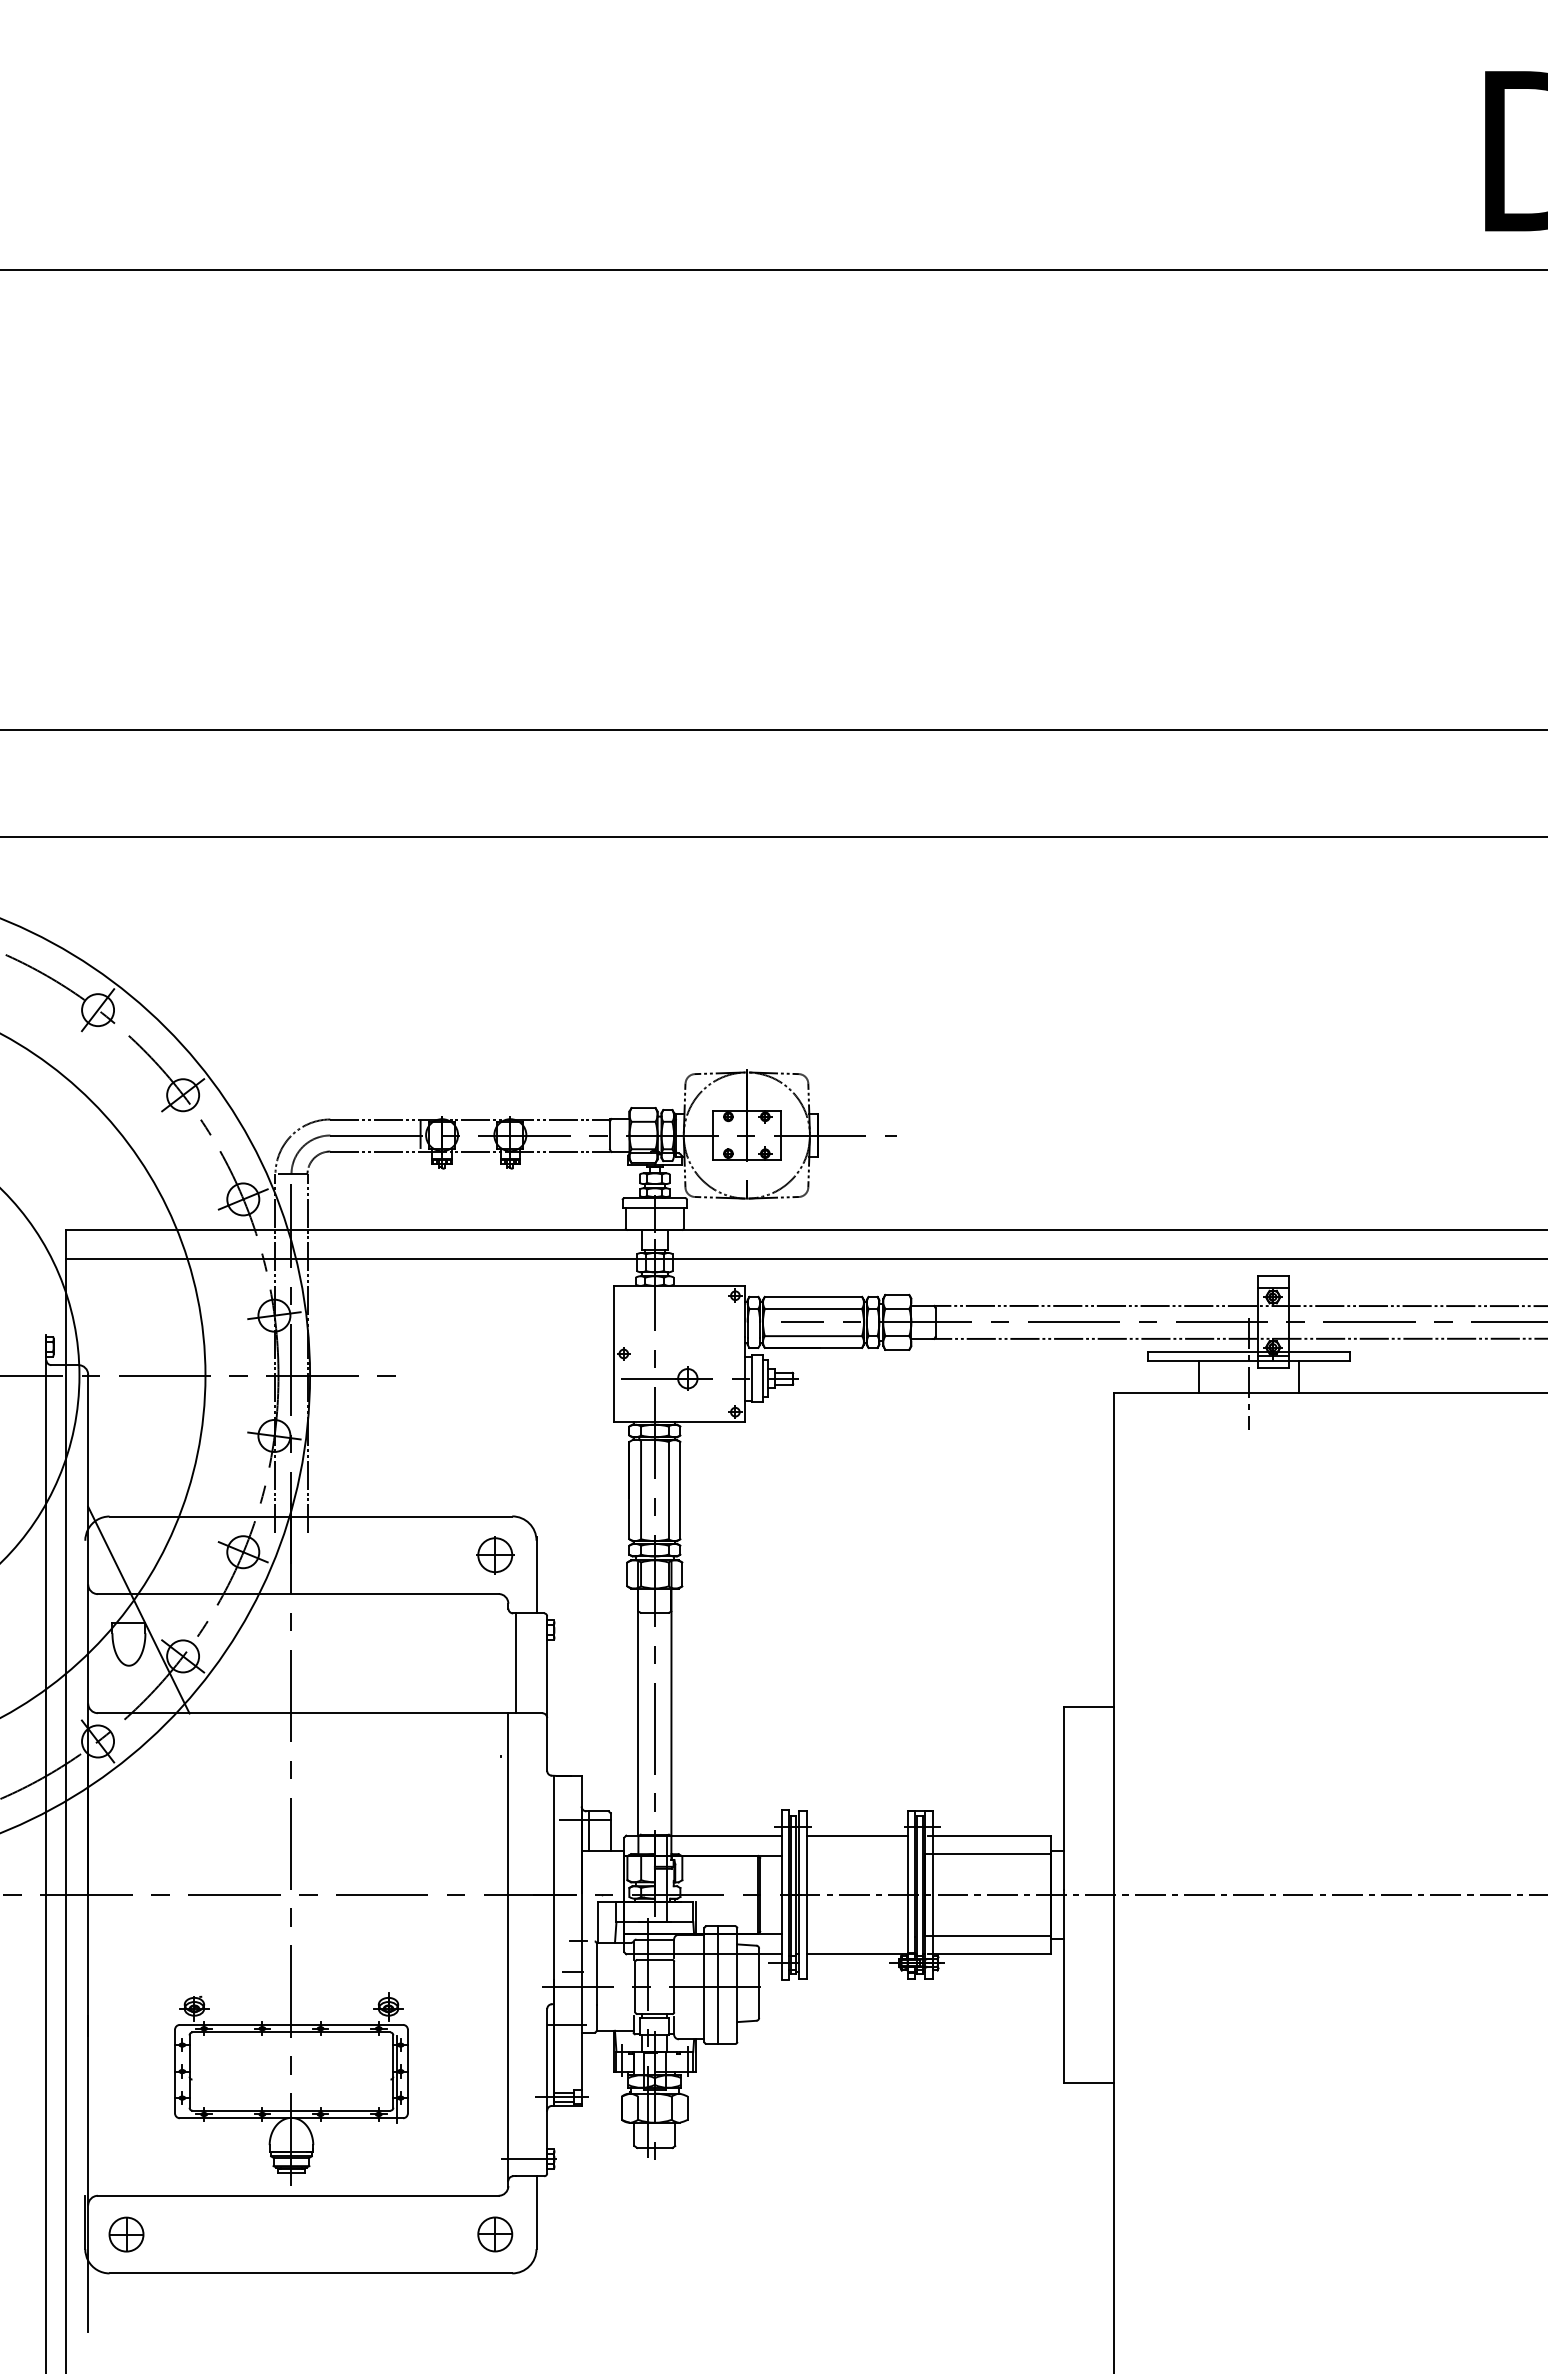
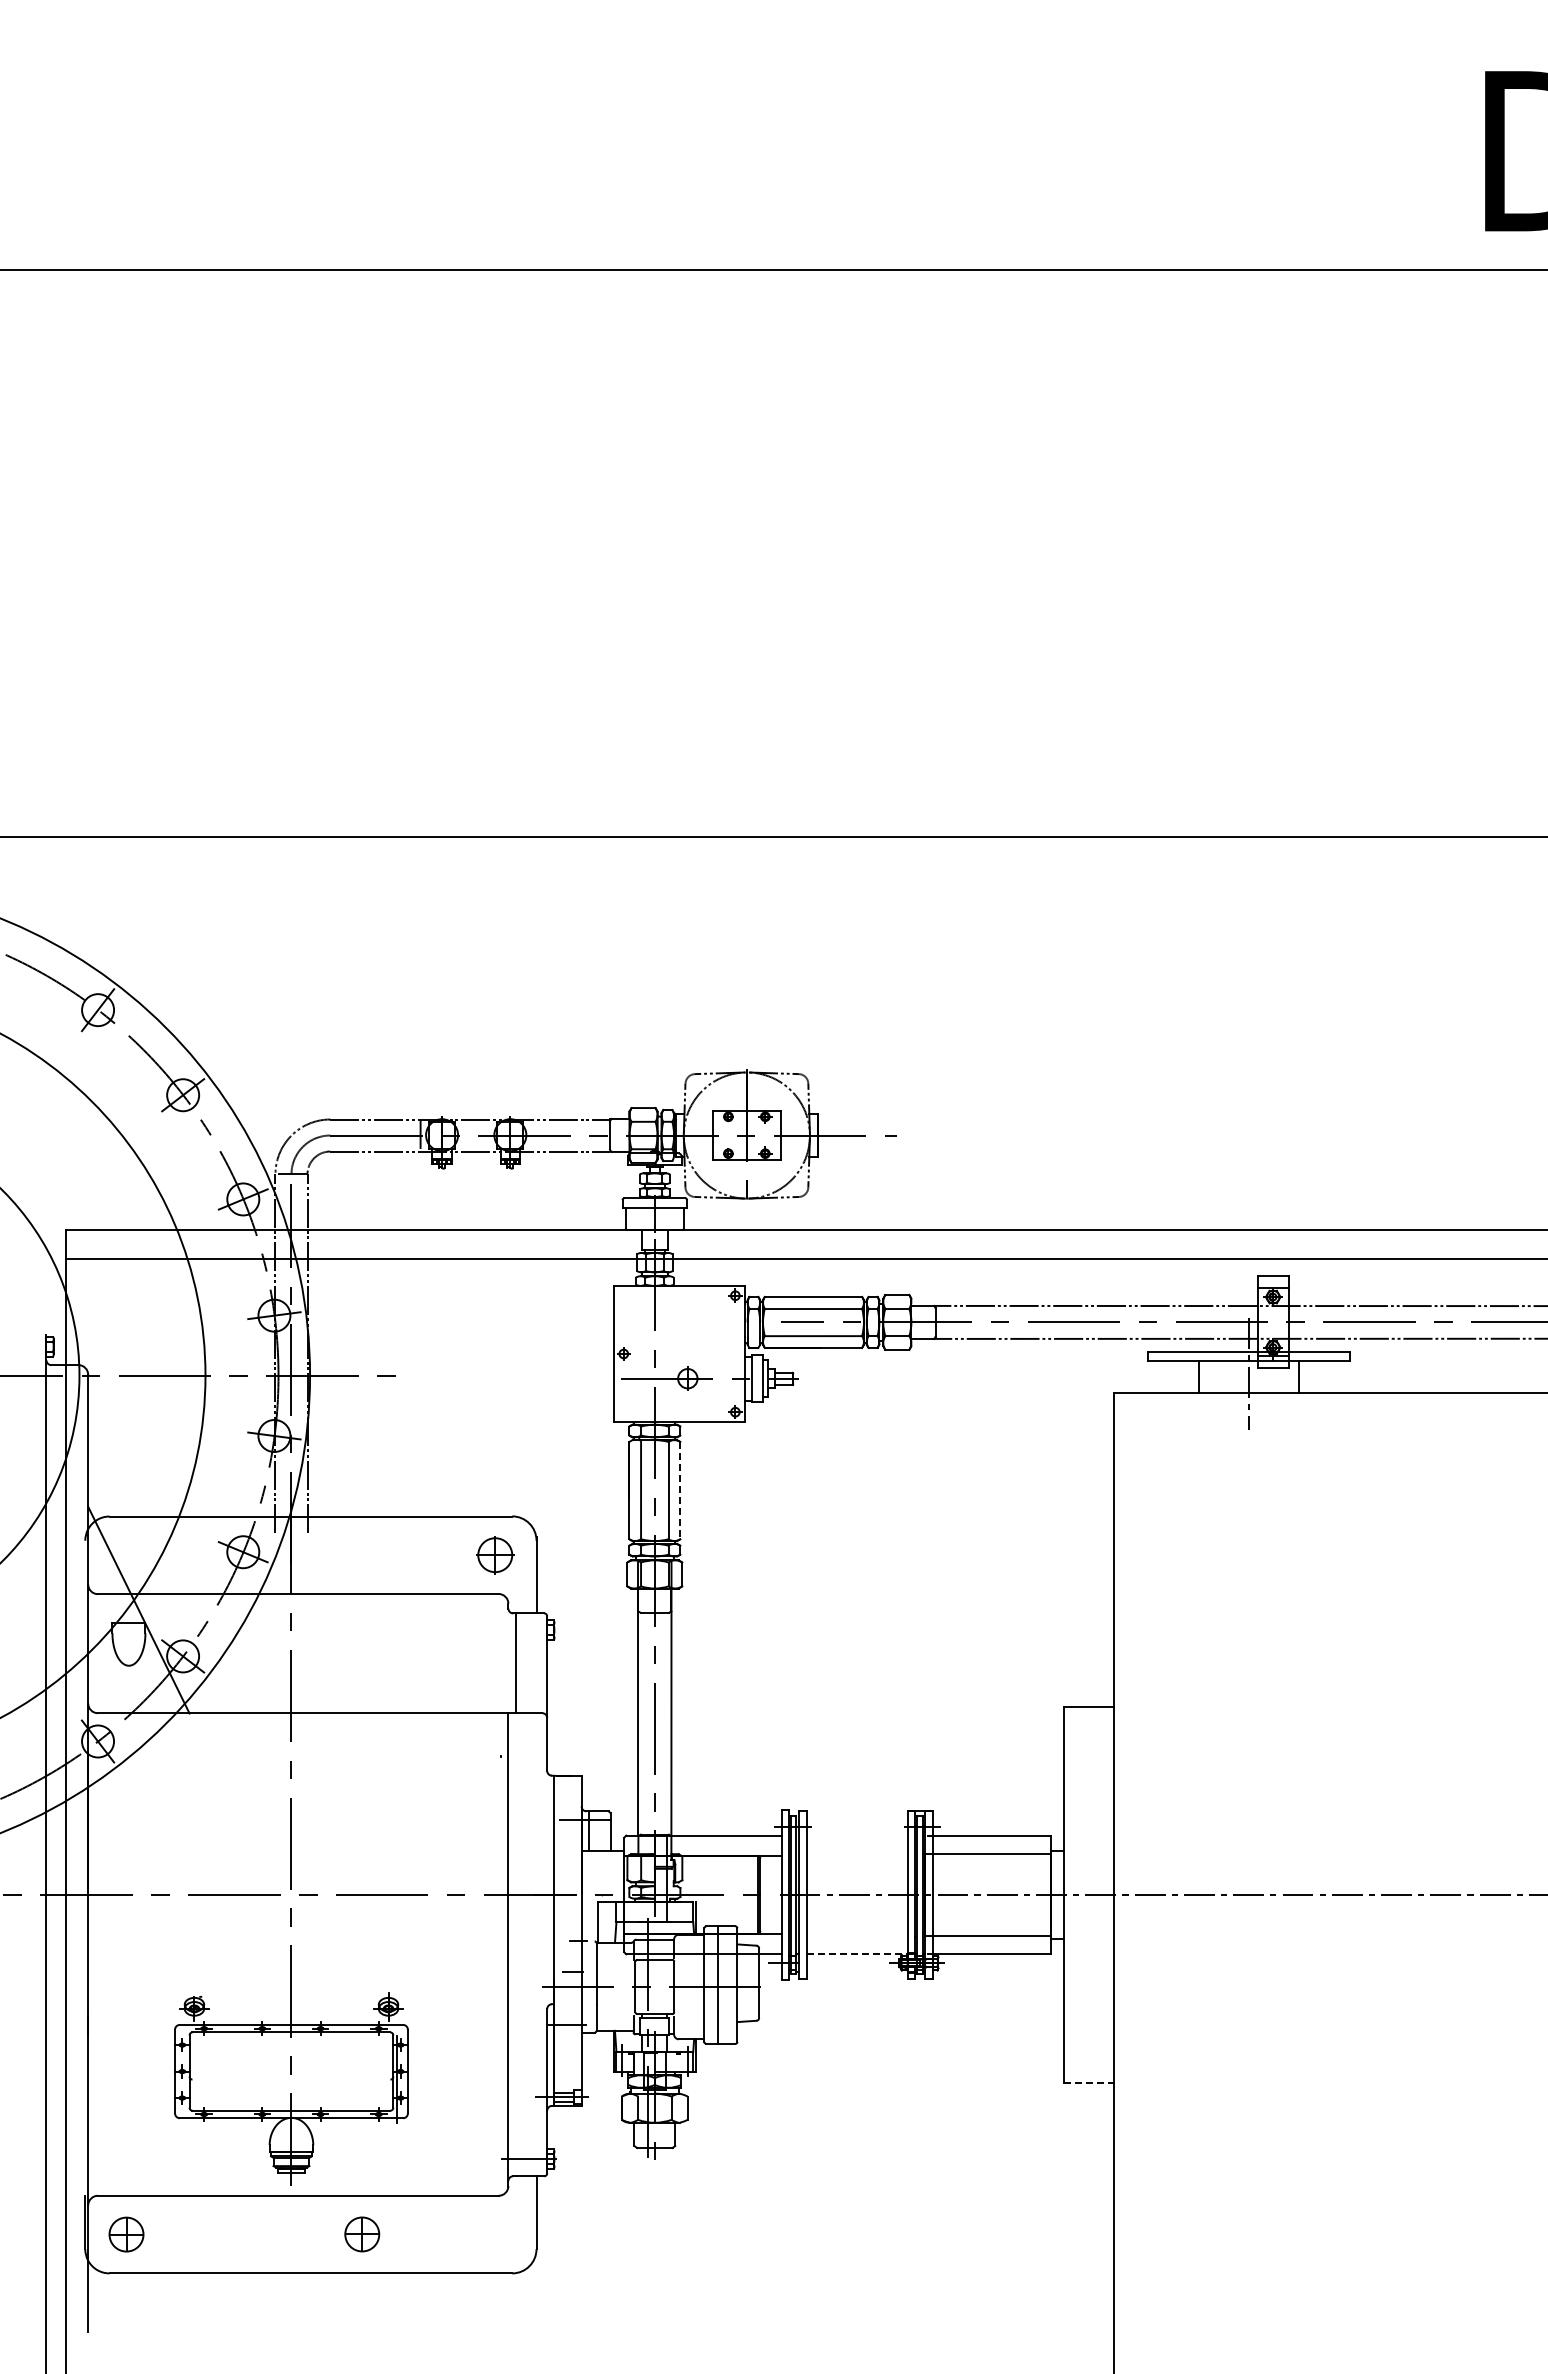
line at (773, 730): present -> none
line at (680, 1490): solid -> dashed
line at (856, 1836): present -> none
line at (857, 1953): solid -> dashed
line at (1088, 2083): solid -> dashed
part at (495, 2234) position: (495, 2234) -> (362, 2234)
